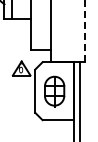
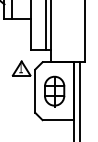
line at (45, 26): none -> present
line at (84, 31): dashed -> solid
text at (21, 68): 6 -> 1
